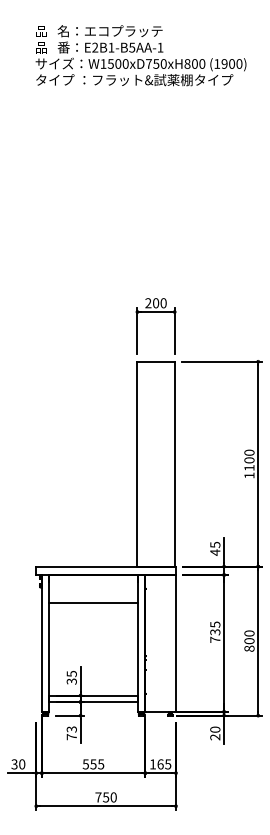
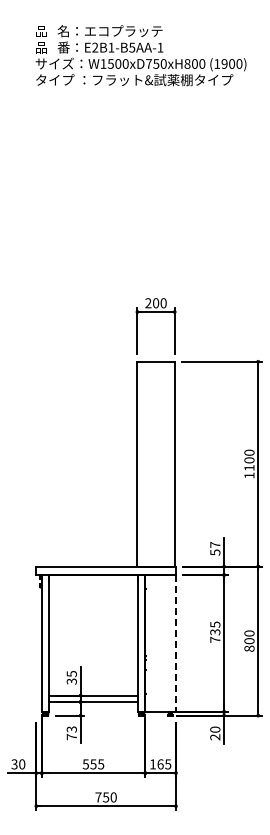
text at (215, 548): 45 -> 57
line at (93, 602): present -> none
line at (175, 643): solid -> dashed
